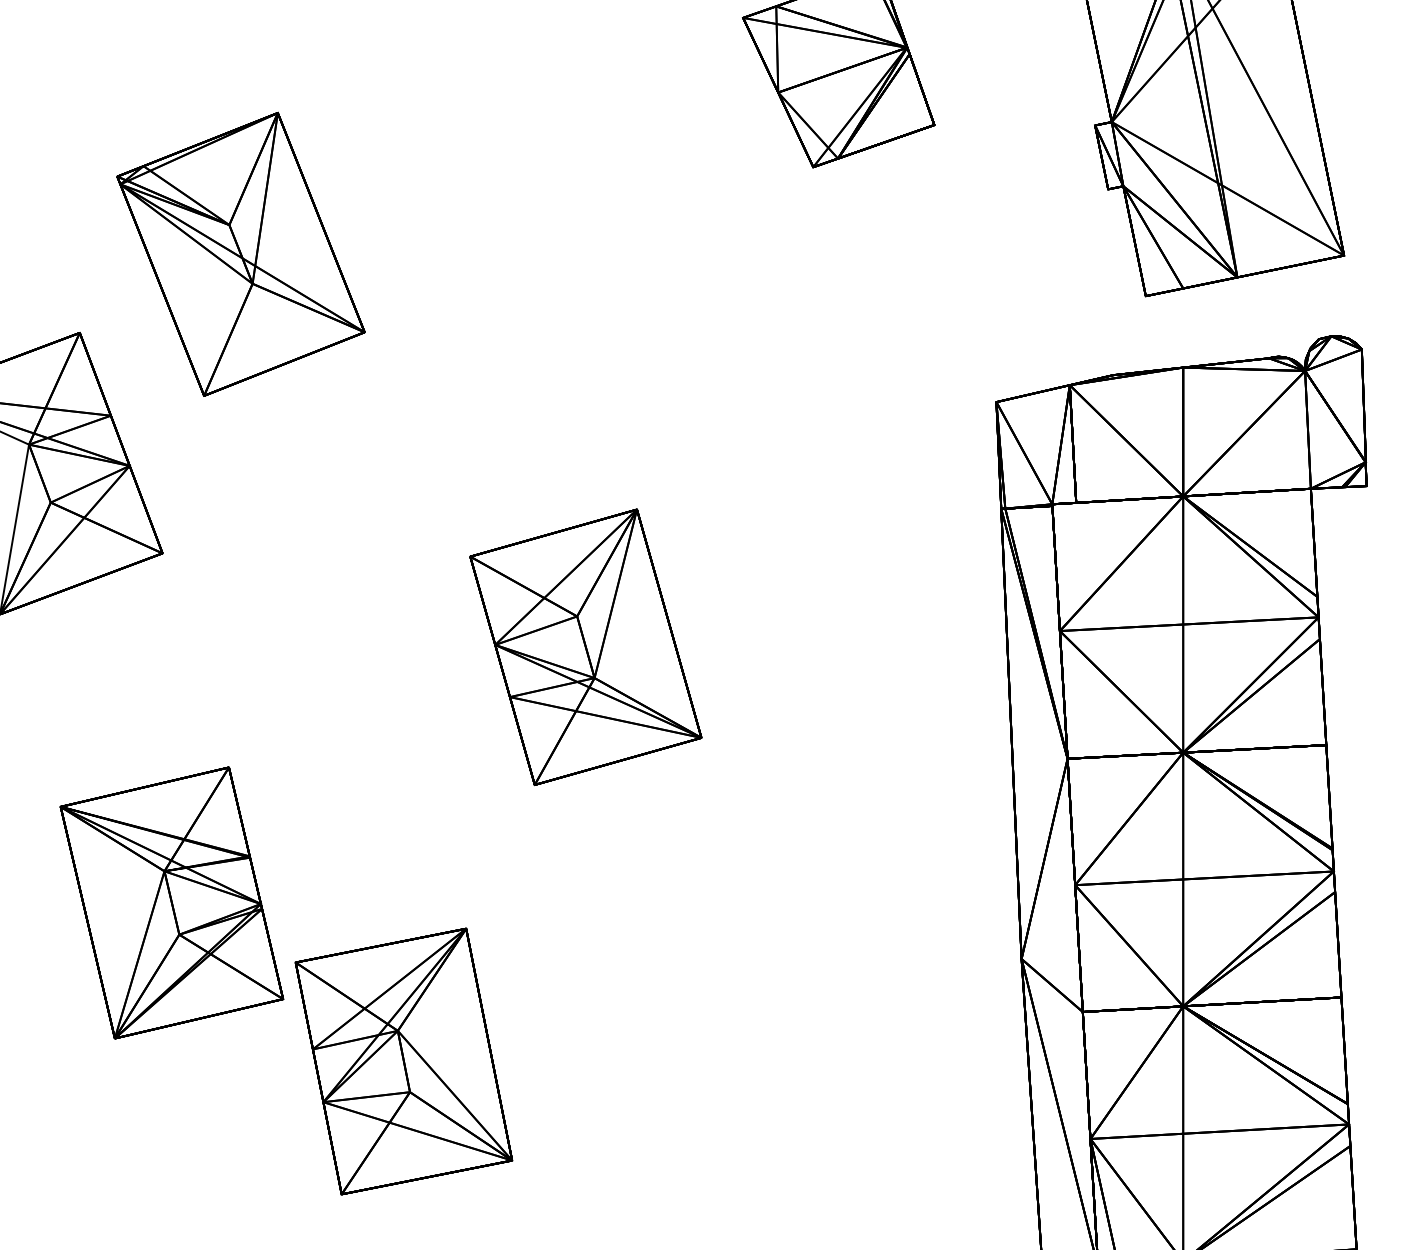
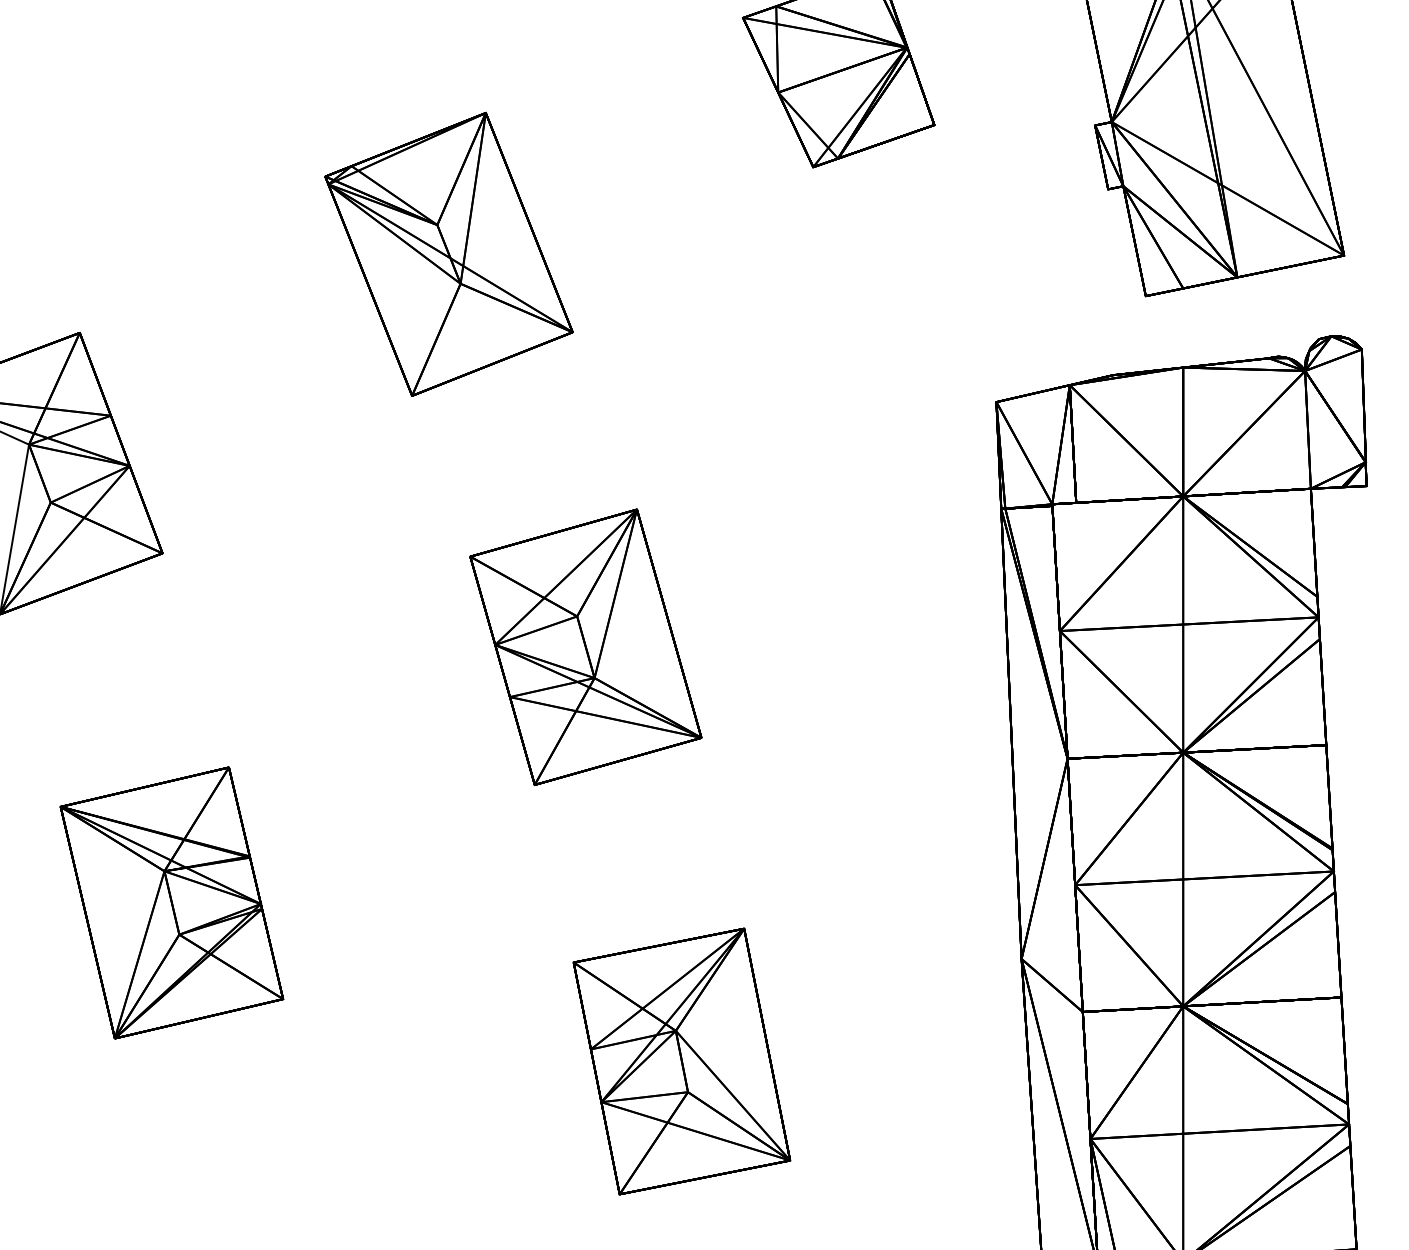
part at (240, 253) position: (240, 253) -> (448, 253)
part at (403, 1061) position: (403, 1061) -> (681, 1061)
